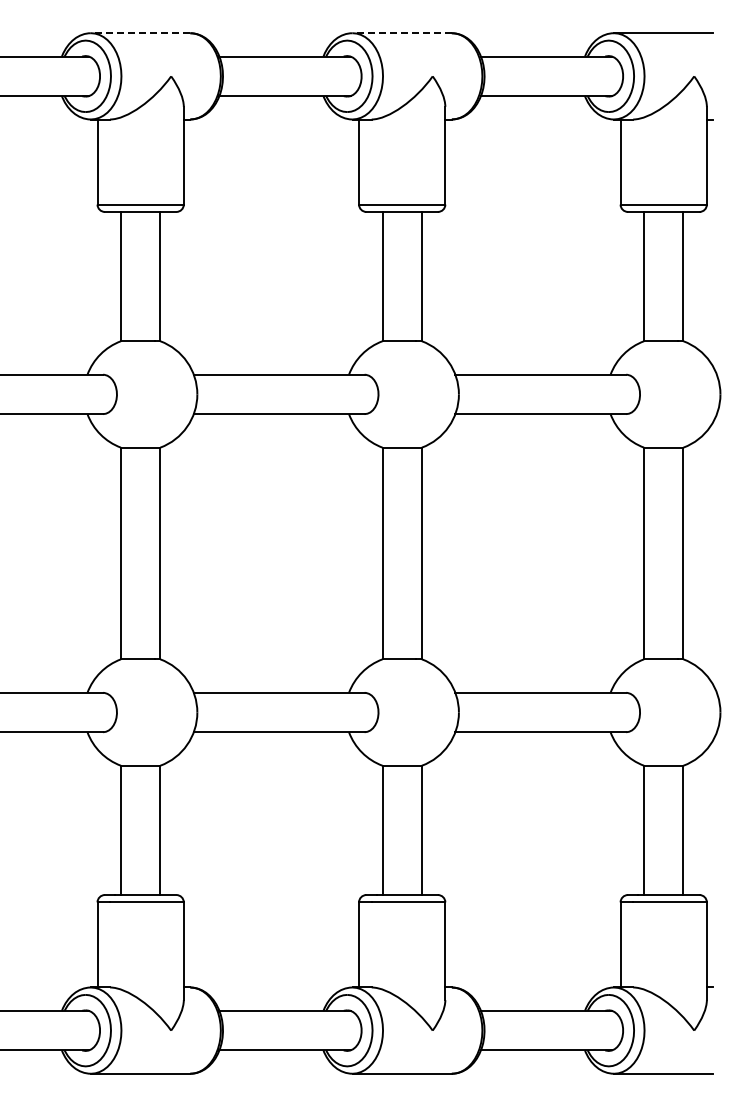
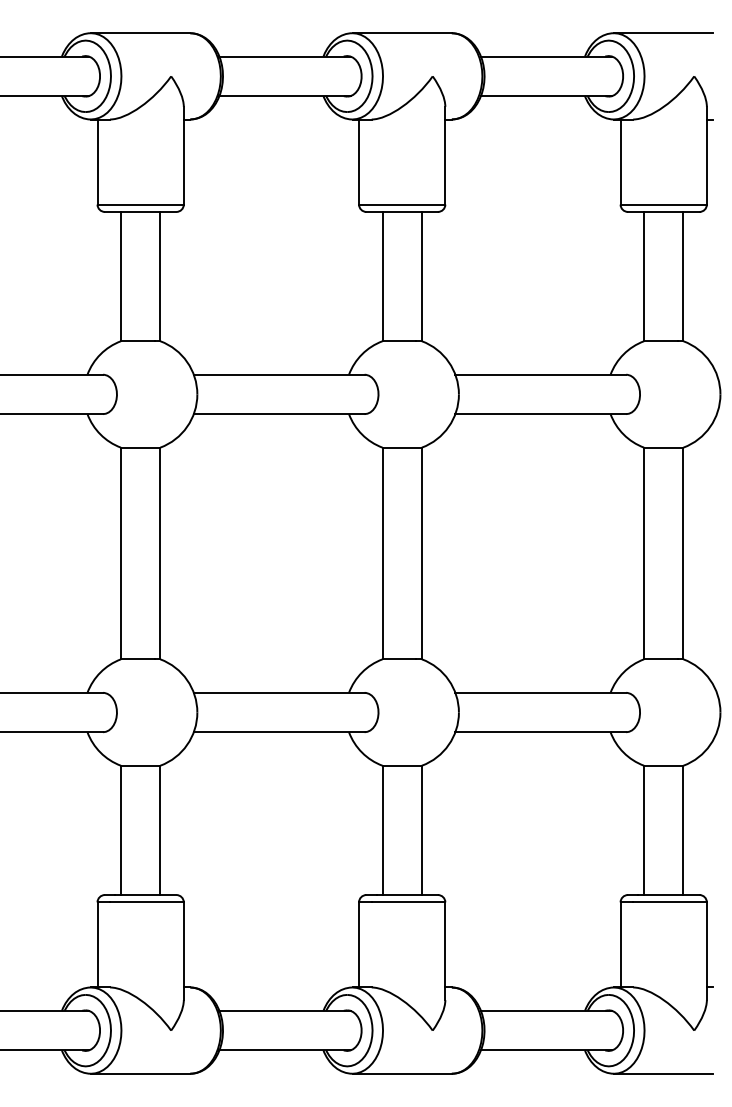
line at (140, 33): dashed -> solid
line at (402, 33): dashed -> solid
